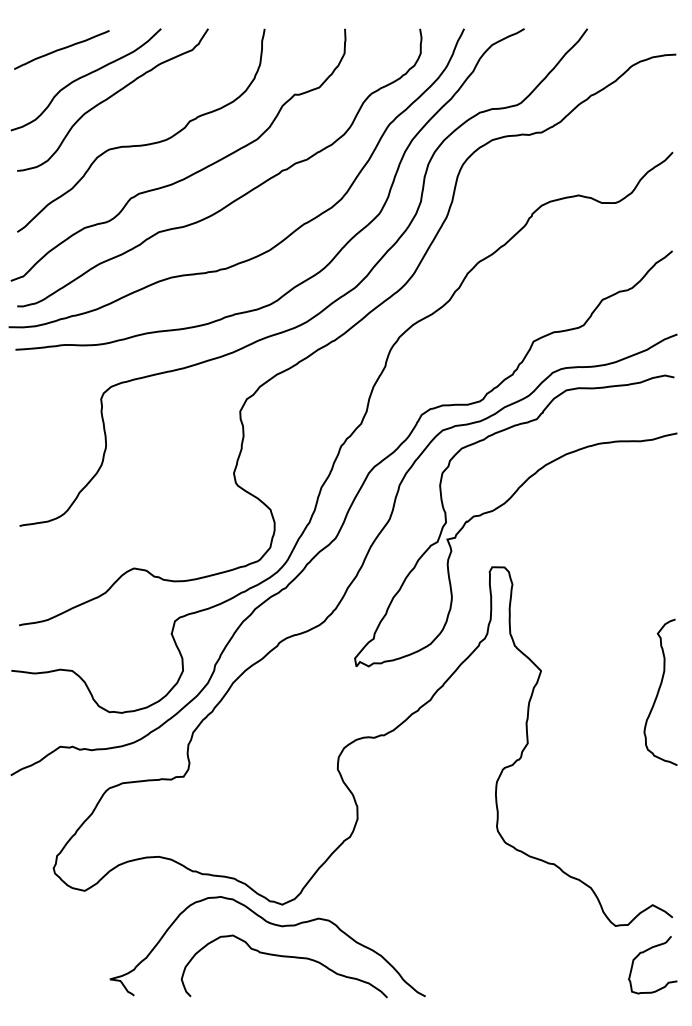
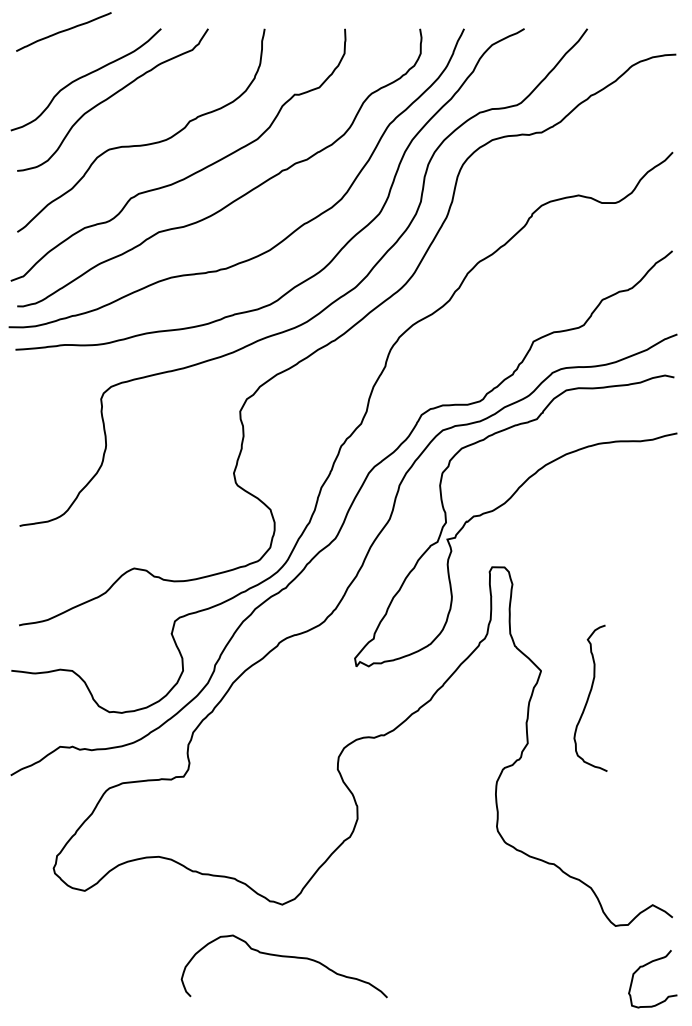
curve at (61, 49) position: (61, 49) -> (63, 31)
curve at (659, 691) position: (659, 691) -> (589, 697)
curve at (273, 925): present -> none
curve at (643, 953) position: (643, 953) -> (643, 967)
